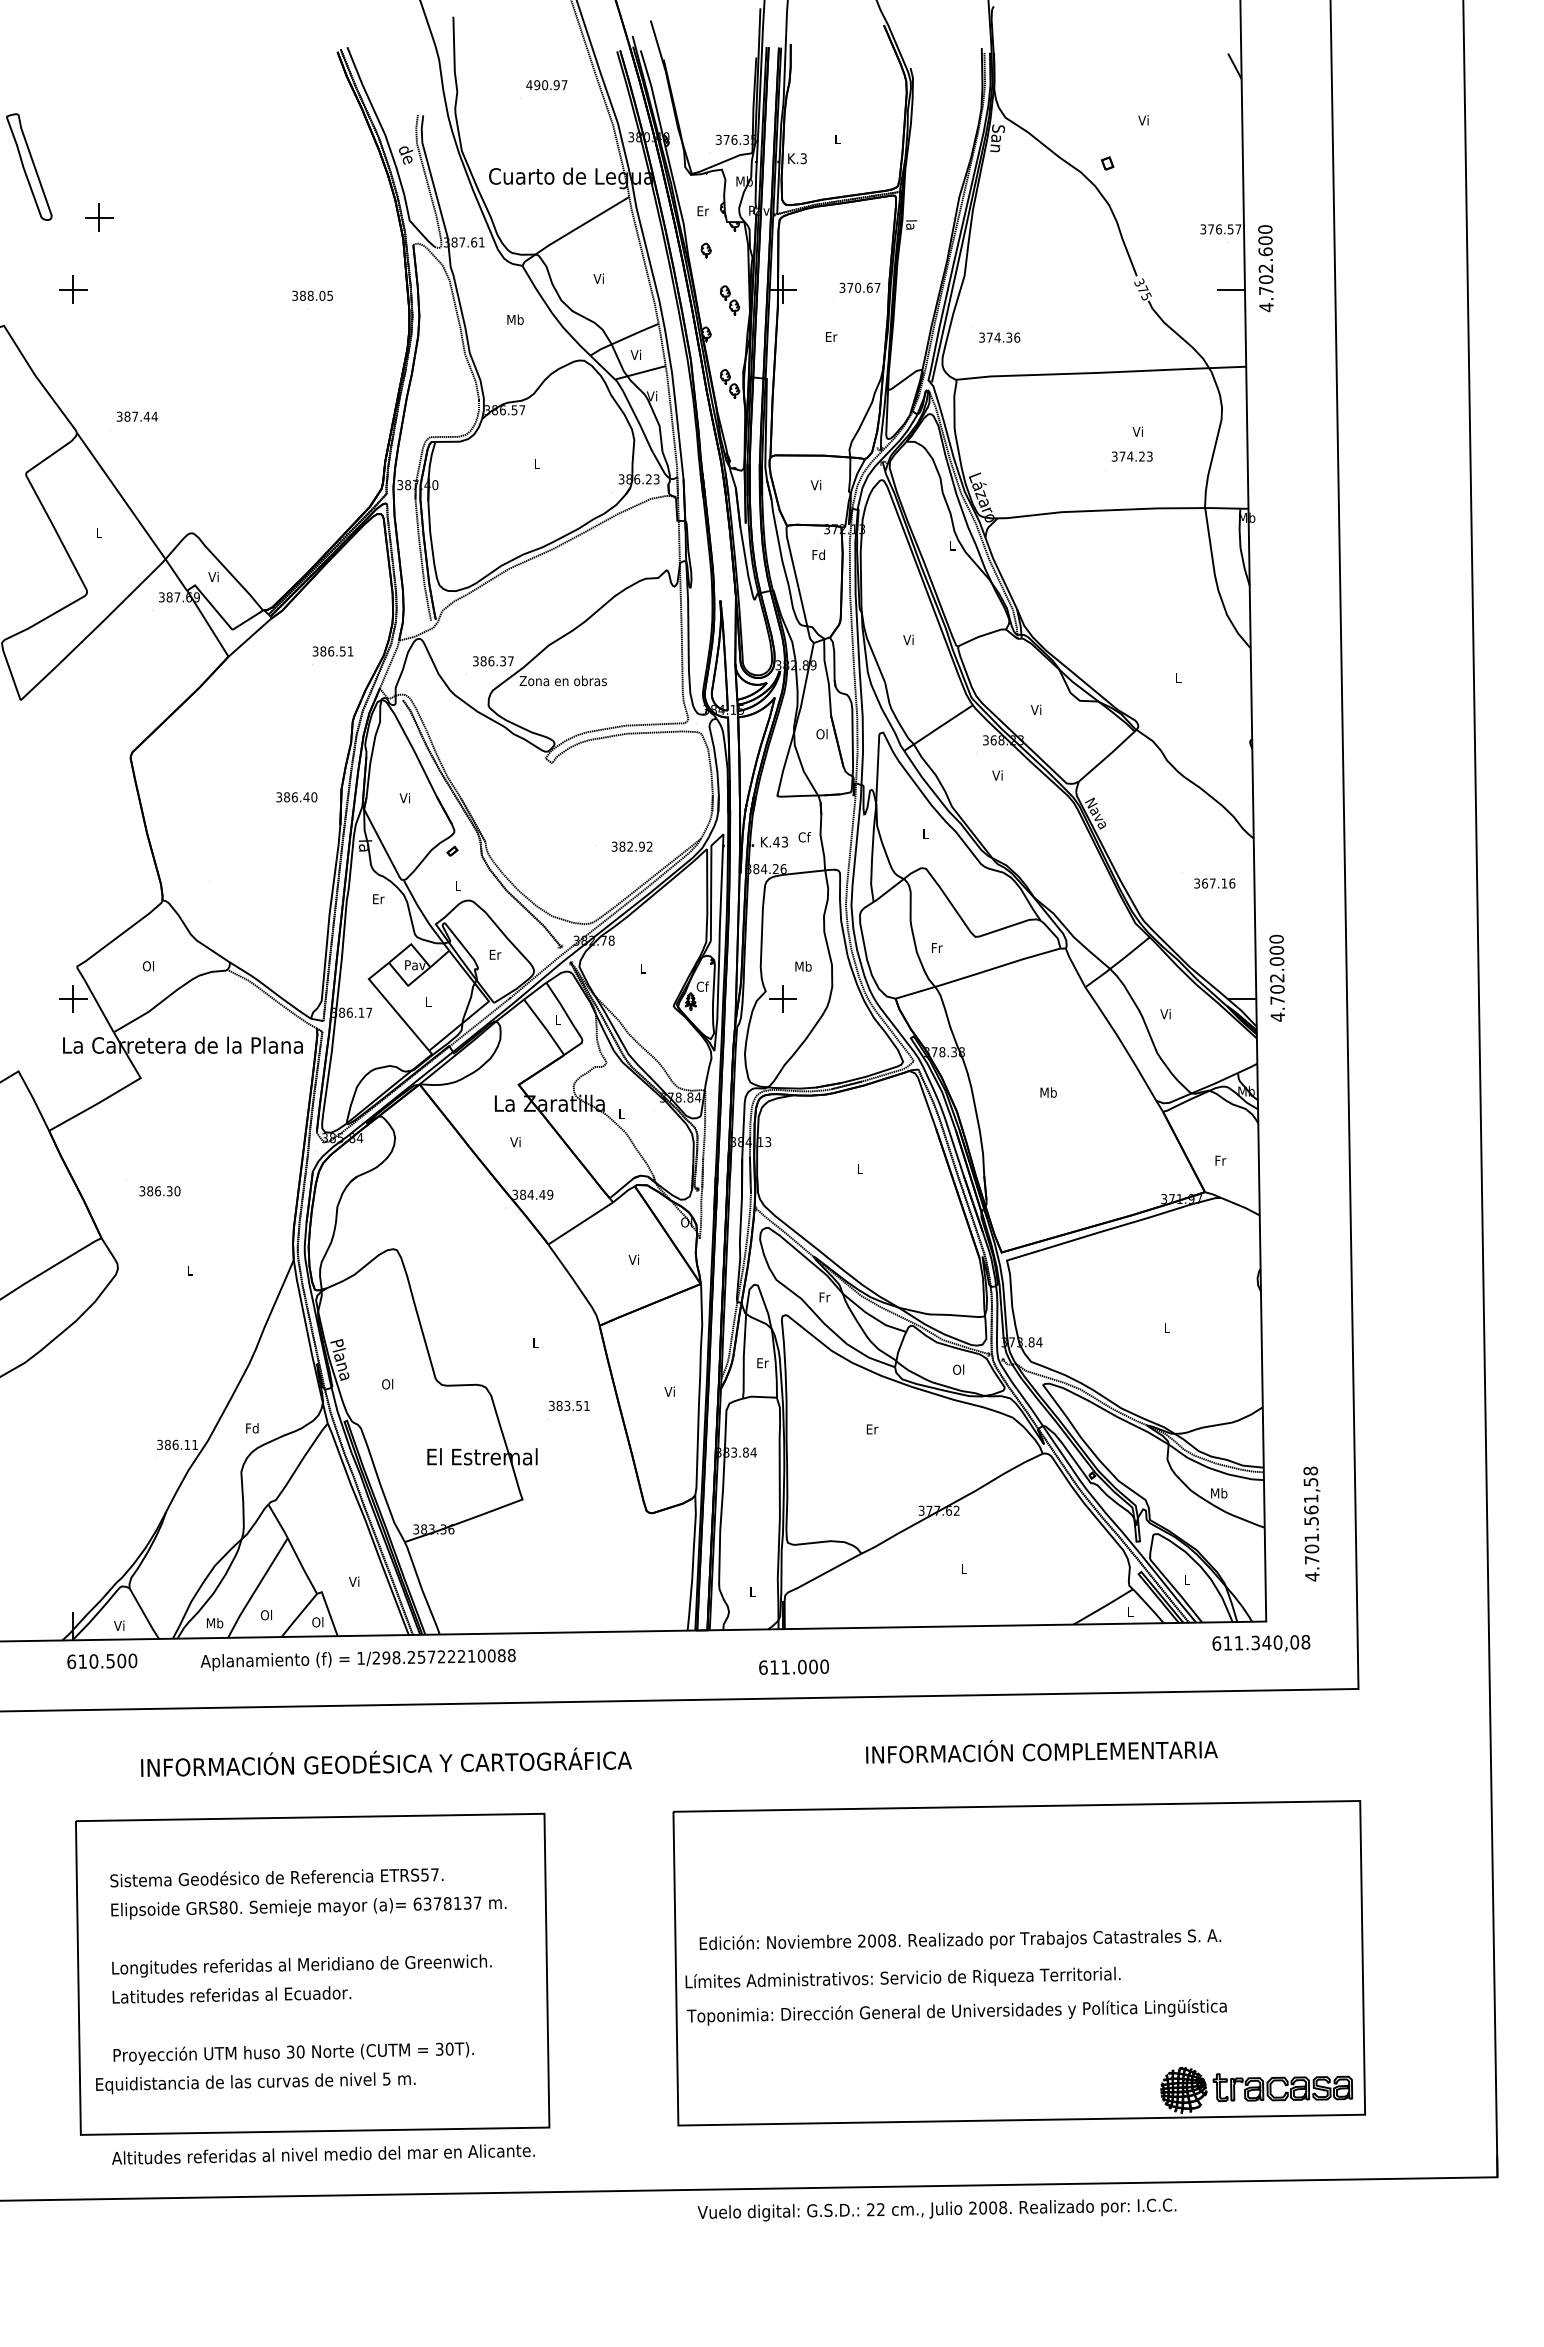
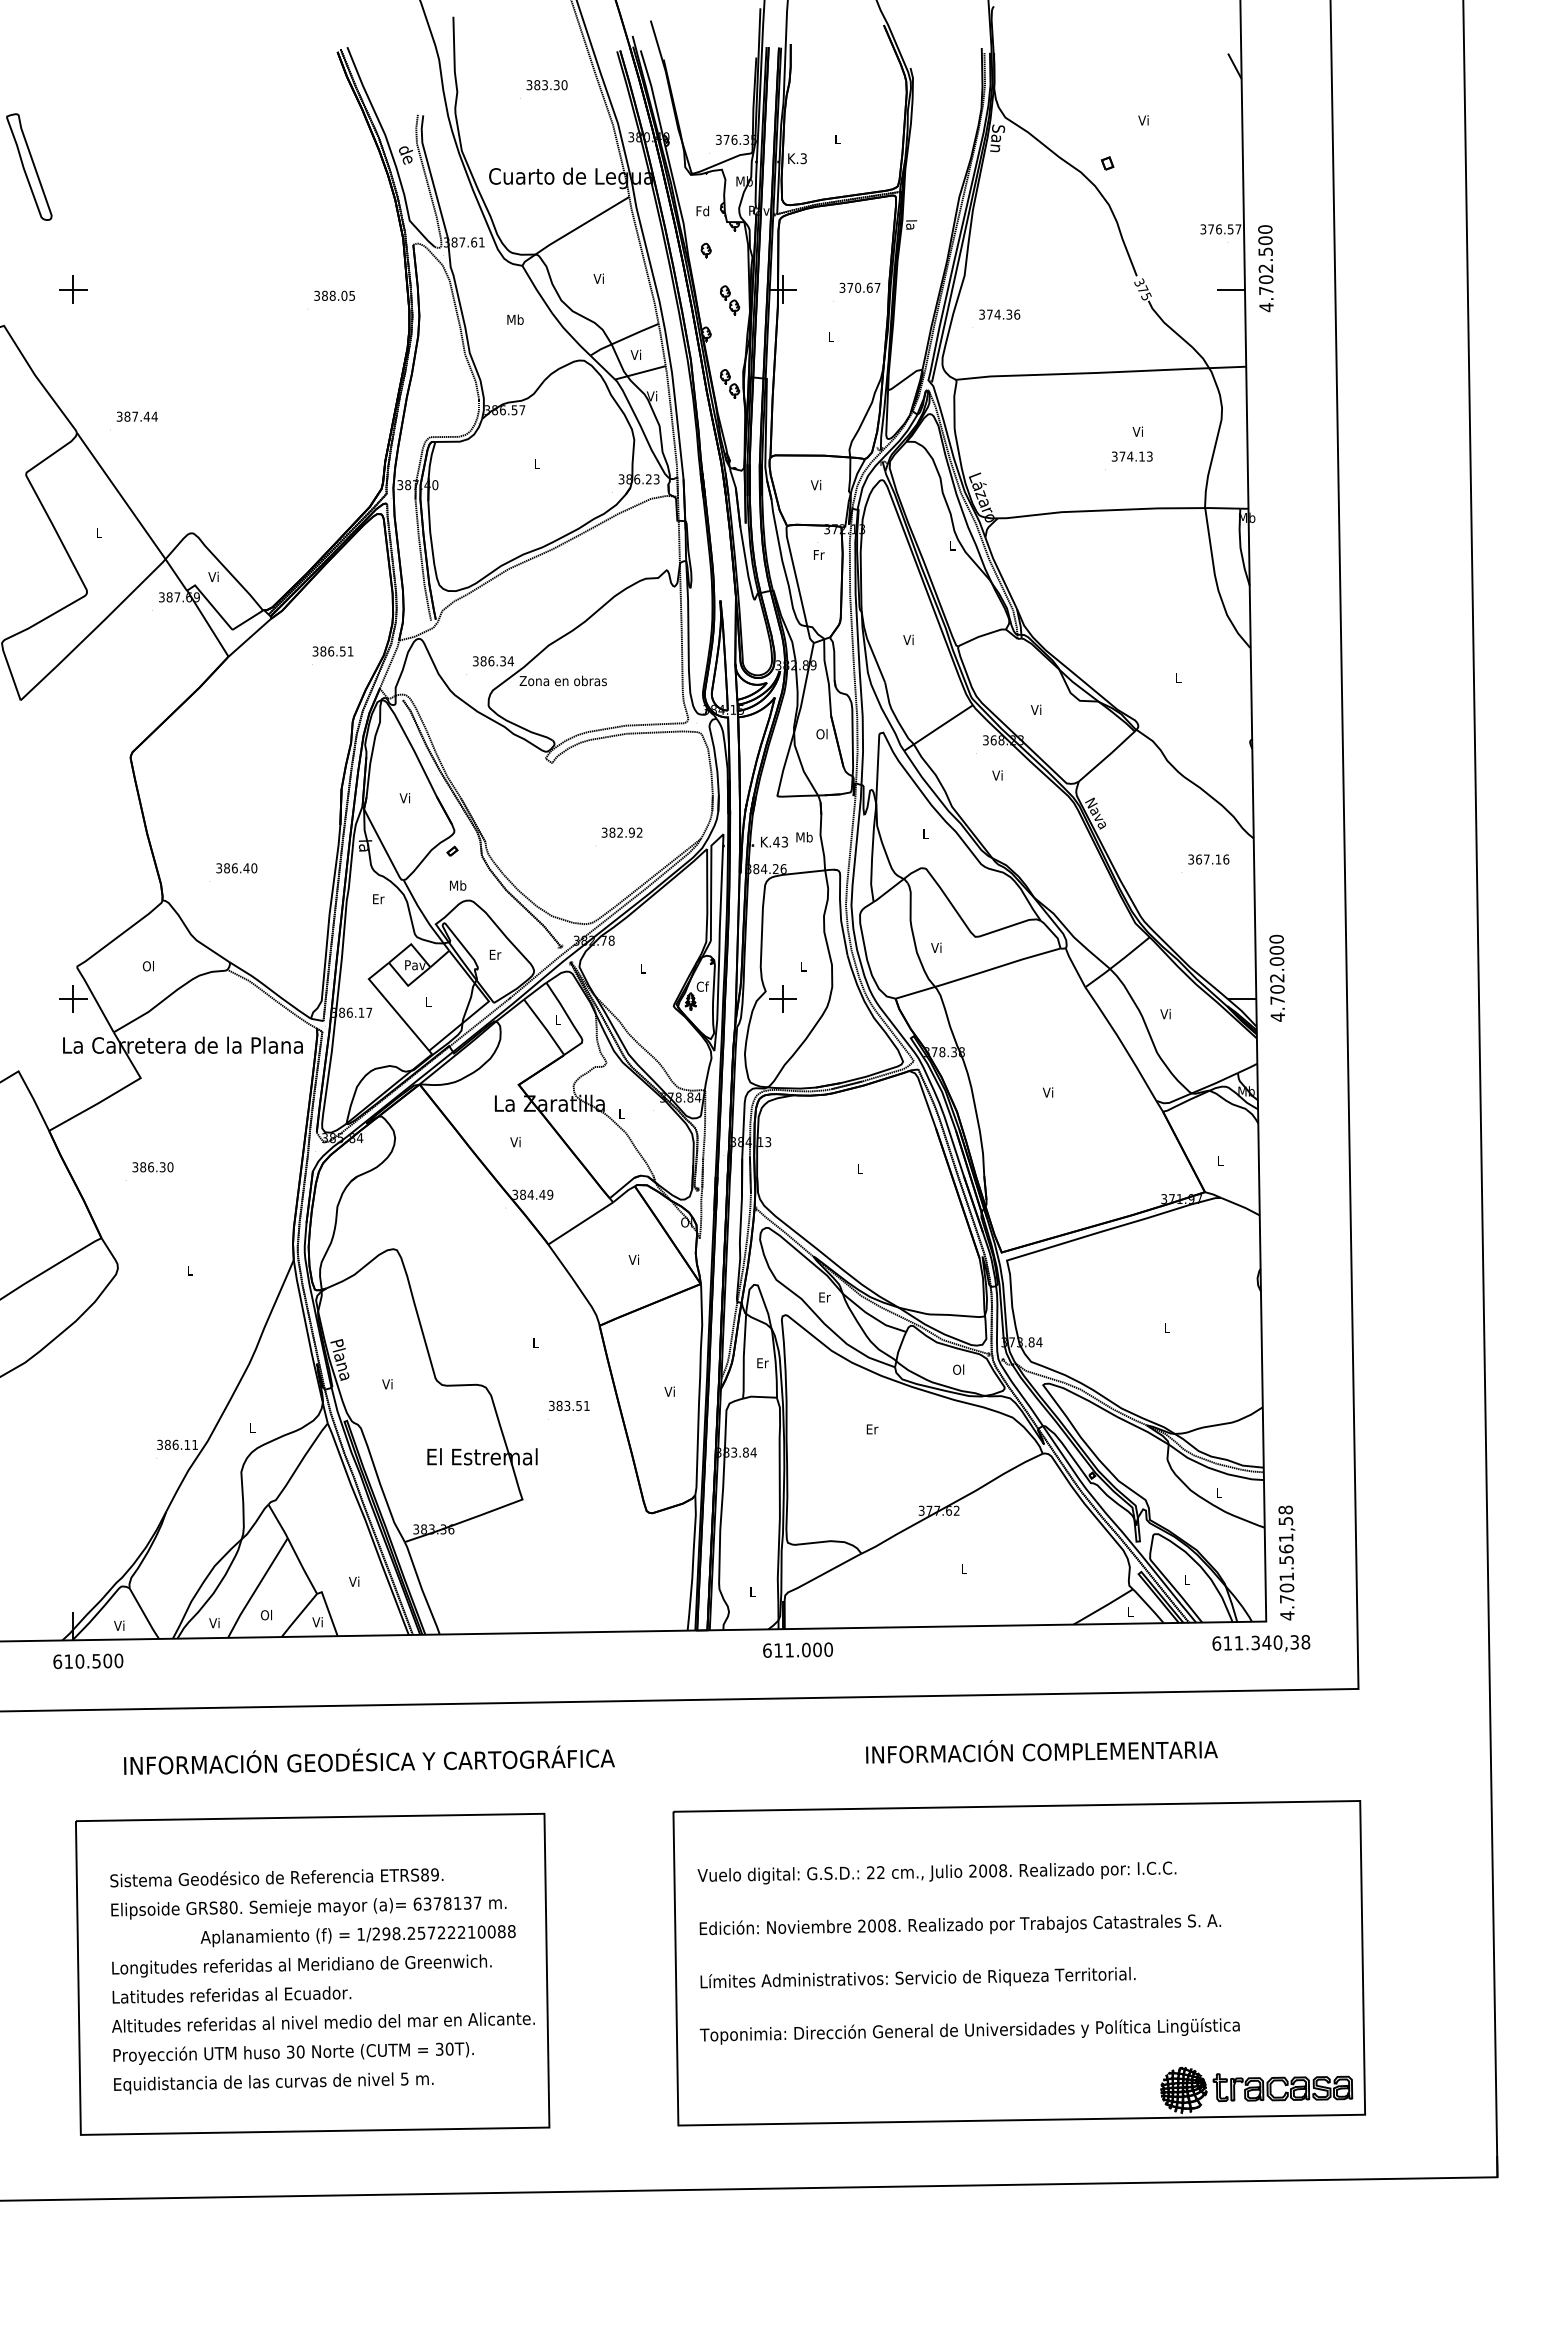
text at (546, 85): 490.97 -> 383.30
text at (702, 210): Er -> Fd
part at (99, 217): present -> none
text at (1265, 251): 4.702.600 -> 4.702.500
text at (312, 295) position: (312, 295) -> (334, 295)
text at (831, 336): Er -> L
text at (999, 337) position: (999, 337) -> (999, 314)
text at (1141, 456): 374.23 -> 374.13
text at (818, 554): Fd -> Fr
text at (510, 661): 386.37 -> 386.34
text at (296, 797) position: (296, 797) -> (236, 868)
text at (804, 837): Cf -> Mb
text at (631, 846) position: (631, 846) -> (621, 832)
text at (1214, 883) position: (1214, 883) -> (1208, 859)
text at (458, 885): L -> Mb
text at (936, 947): Fr -> Vi
text at (803, 966): Mb -> L
text at (1048, 1092): Mb -> Vi
text at (1220, 1160): Fr -> L
text at (159, 1191) position: (159, 1191) -> (152, 1167)
text at (824, 1297): Fr -> Er
text at (387, 1384): Ol -> Vi
text at (252, 1428): Fd -> L
text at (1219, 1493): Mb -> L
text at (1311, 1523) position: (1311, 1523) -> (1286, 1562)
text at (317, 1622): Ol -> Vi
text at (214, 1623): Mb -> Vi
text at (1294, 1642): 611.340,08 -> 611.340,38
text at (357, 1660) position: (357, 1660) -> (357, 1936)
text at (102, 1661) position: (102, 1661) -> (88, 1661)
text at (793, 1666) position: (793, 1666) -> (797, 1649)
text at (386, 1761) position: (386, 1761) -> (369, 1759)
text at (429, 1874): ETRS57. -> ETRS89.
text at (960, 1939) position: (960, 1939) -> (960, 1924)
text at (902, 1977) position: (902, 1977) -> (917, 1977)
text at (956, 2012) position: (956, 2012) -> (969, 2031)
text at (255, 2083) position: (255, 2083) -> (273, 2083)
text at (323, 2154) position: (323, 2154) -> (323, 2022)
text at (936, 2209) position: (936, 2209) -> (936, 1872)
